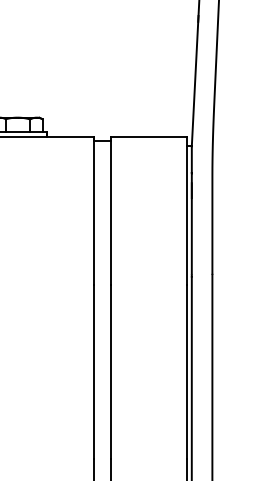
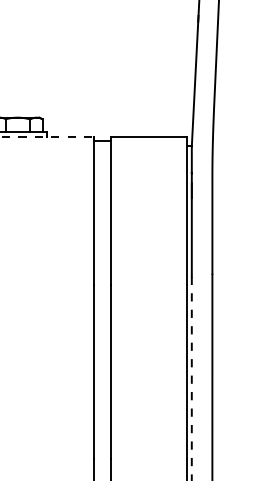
line at (46, 136): solid -> dashed
line at (191, 378): solid -> dashed
